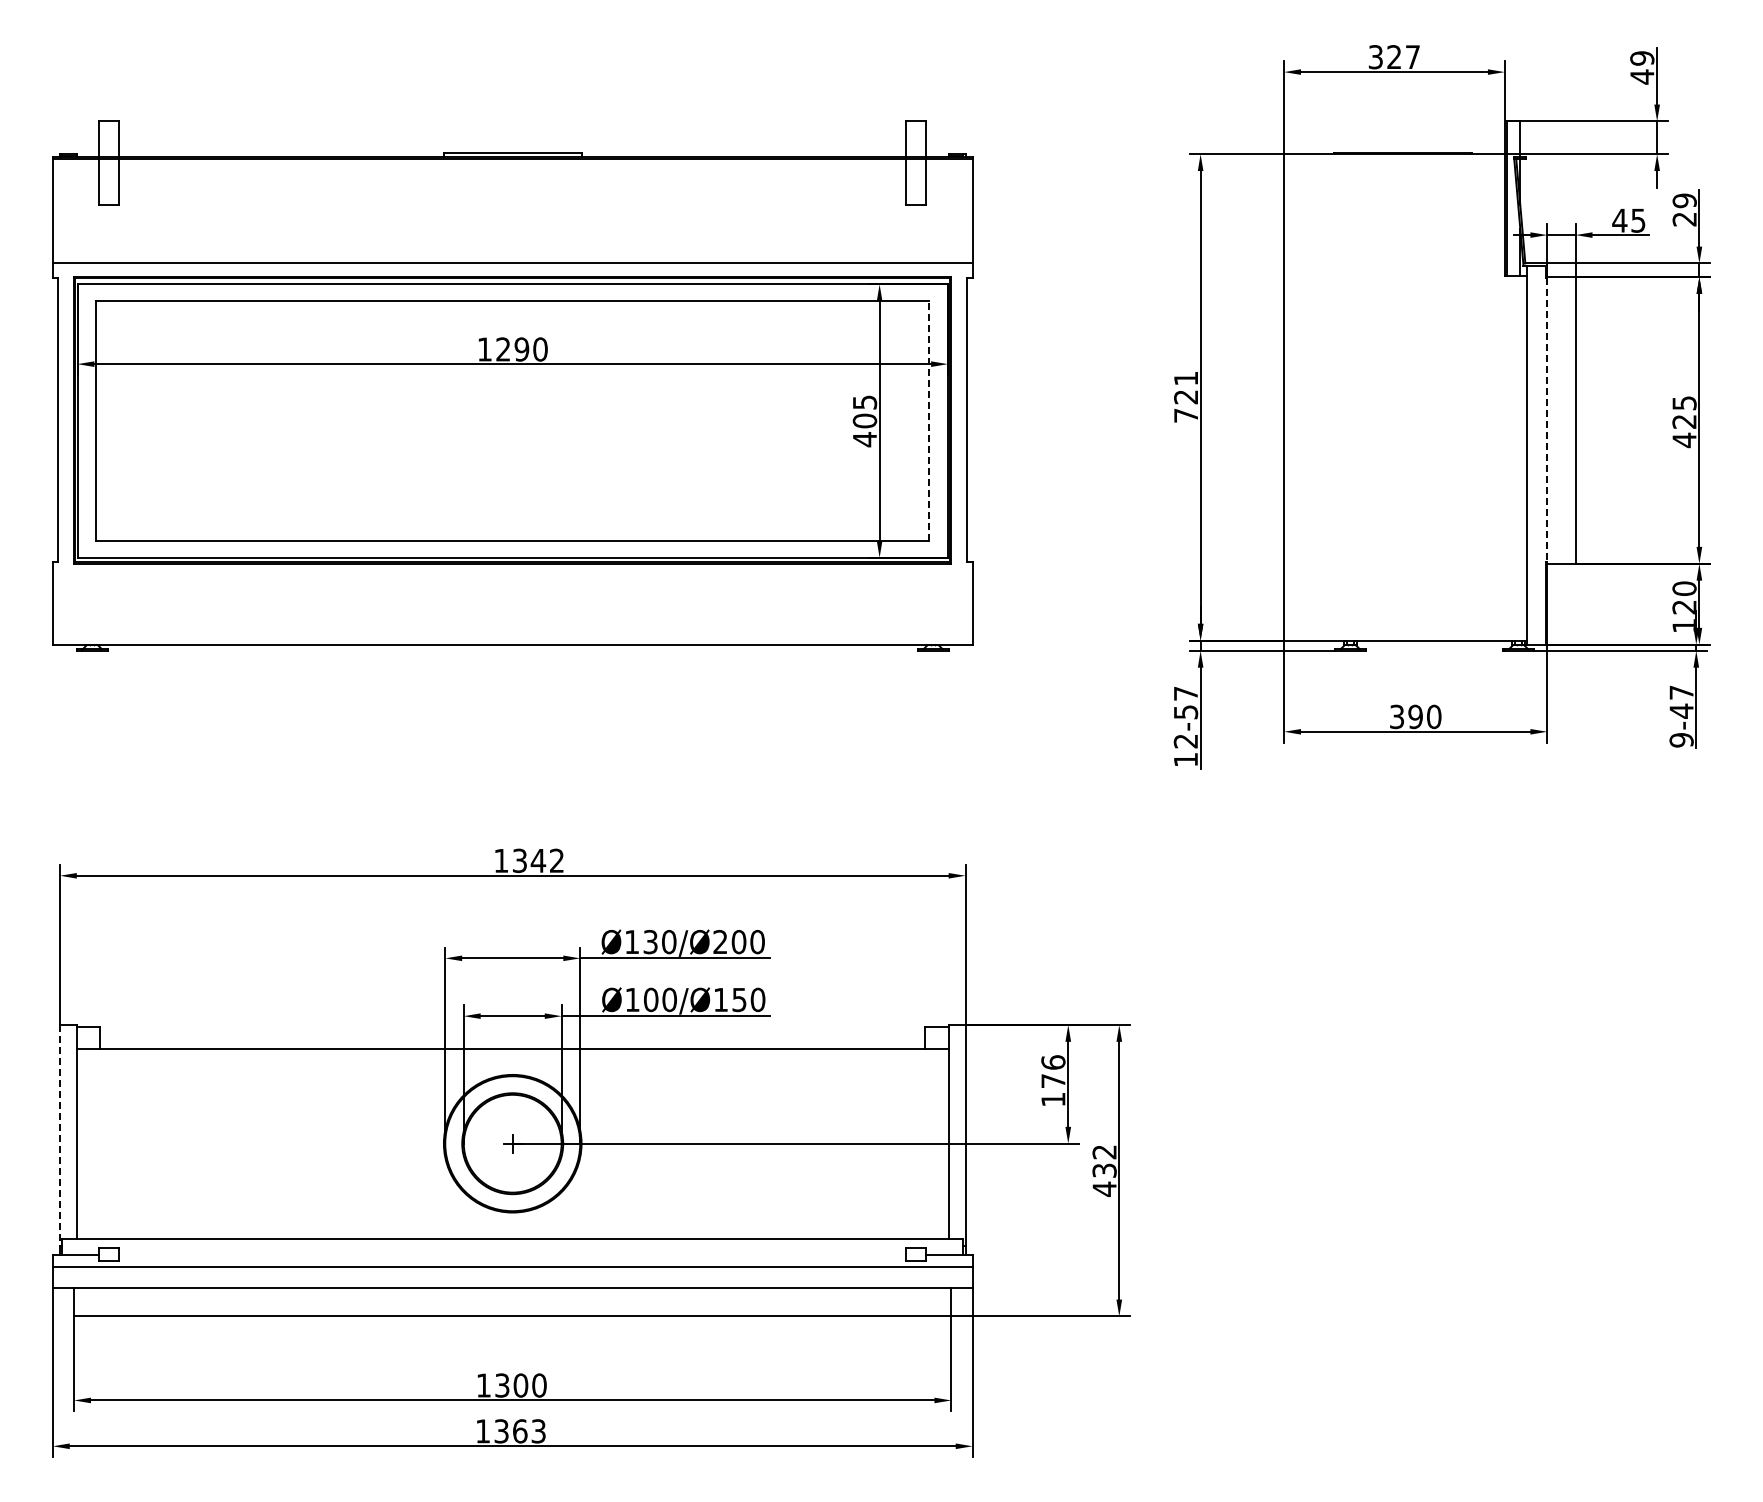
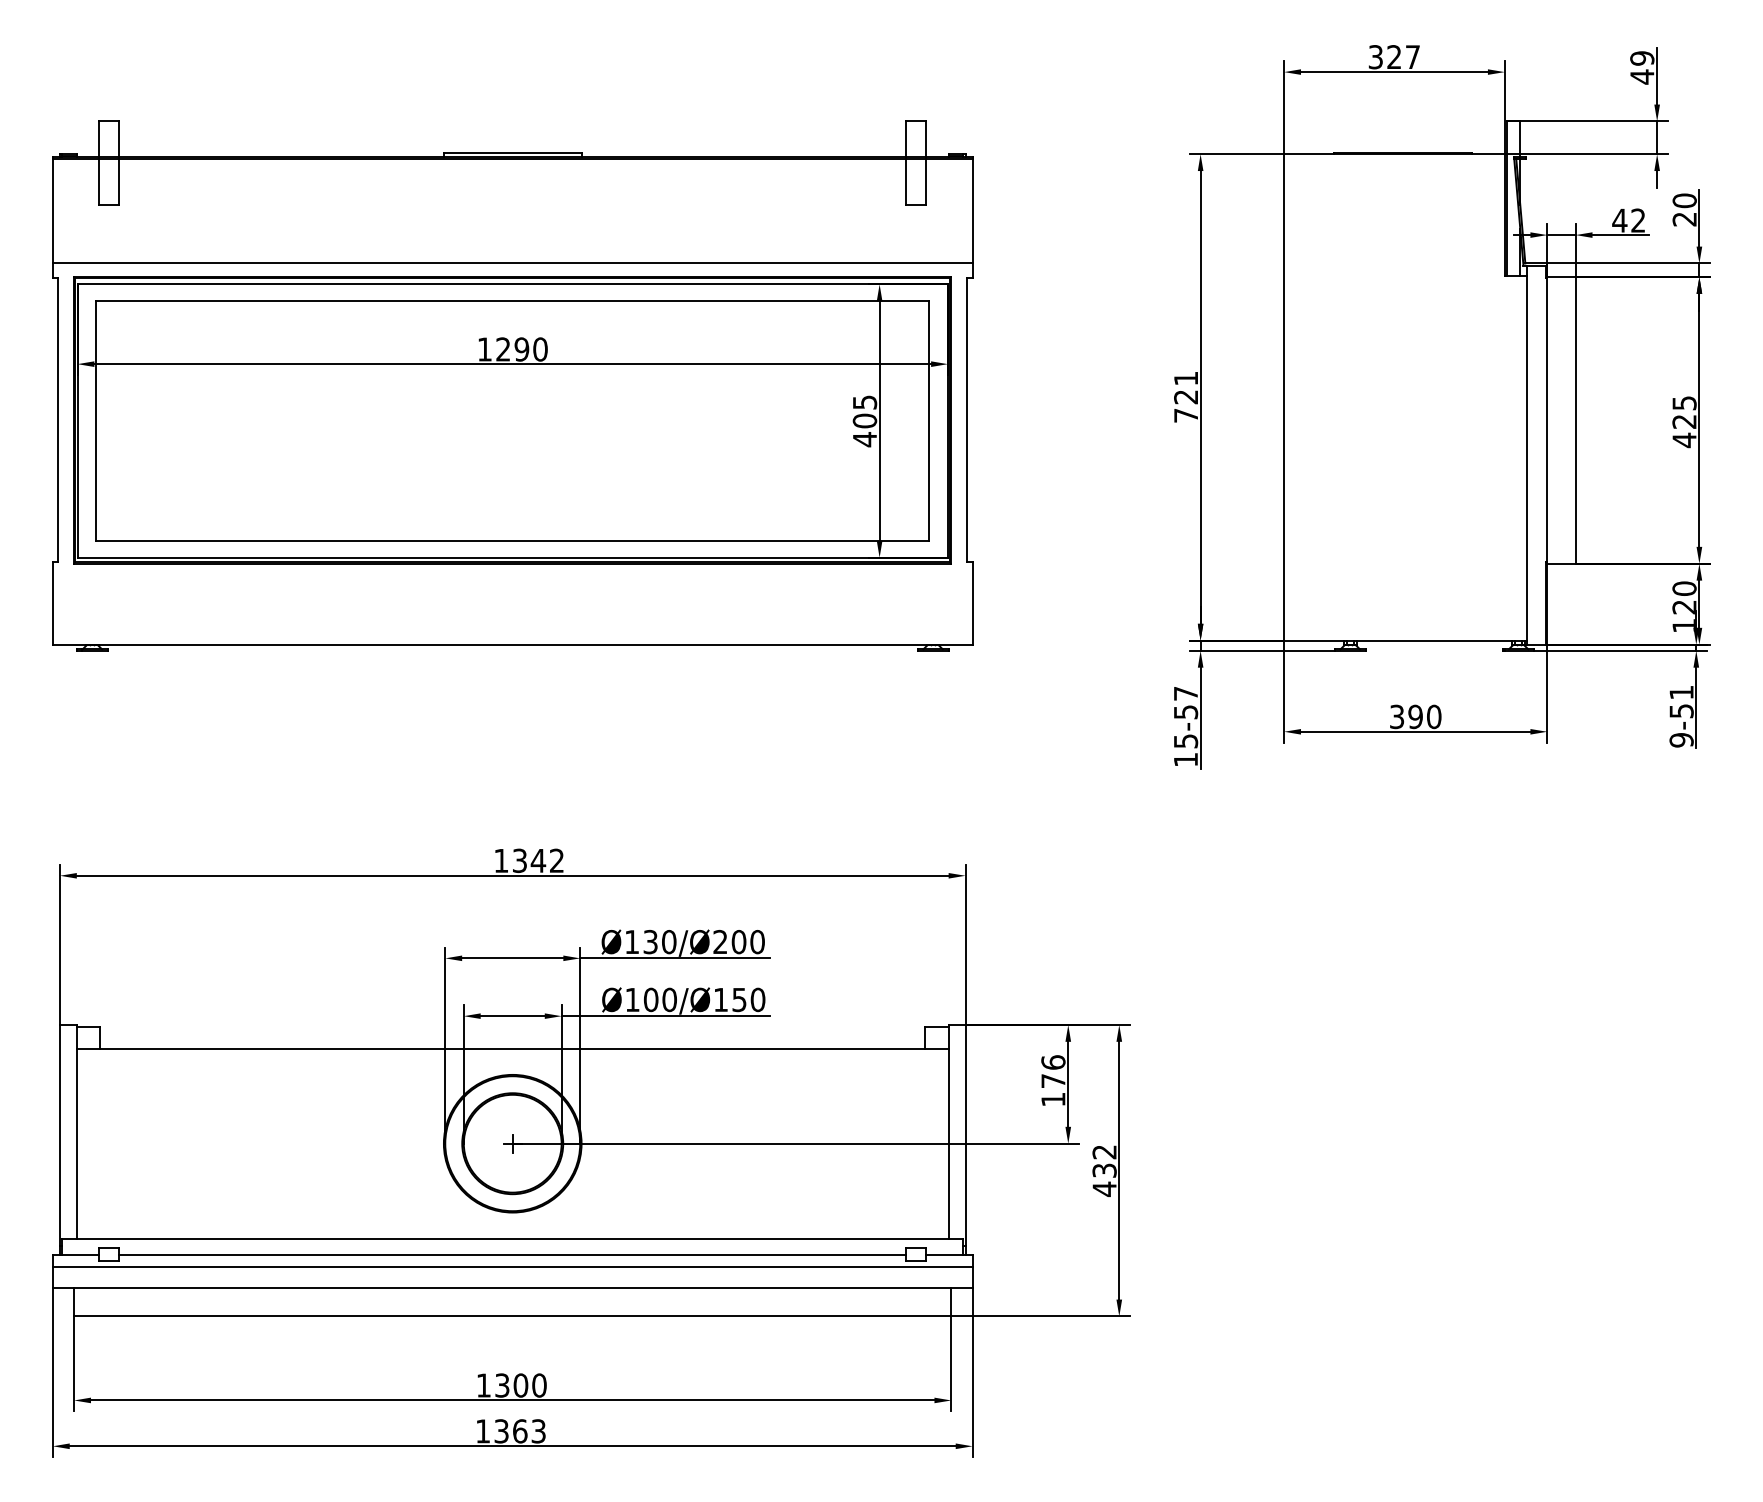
text at (1684, 200): 29 -> 20
text at (1638, 220): 45 -> 42
line at (1547, 420): dashed -> solid
line at (929, 421): dashed -> solid
text at (1681, 701): 9-47 -> 9-51
text at (1185, 741): 12-57 -> 15-57
line at (59, 1135): dashed -> solid
line at (512, 1255): none -> present
